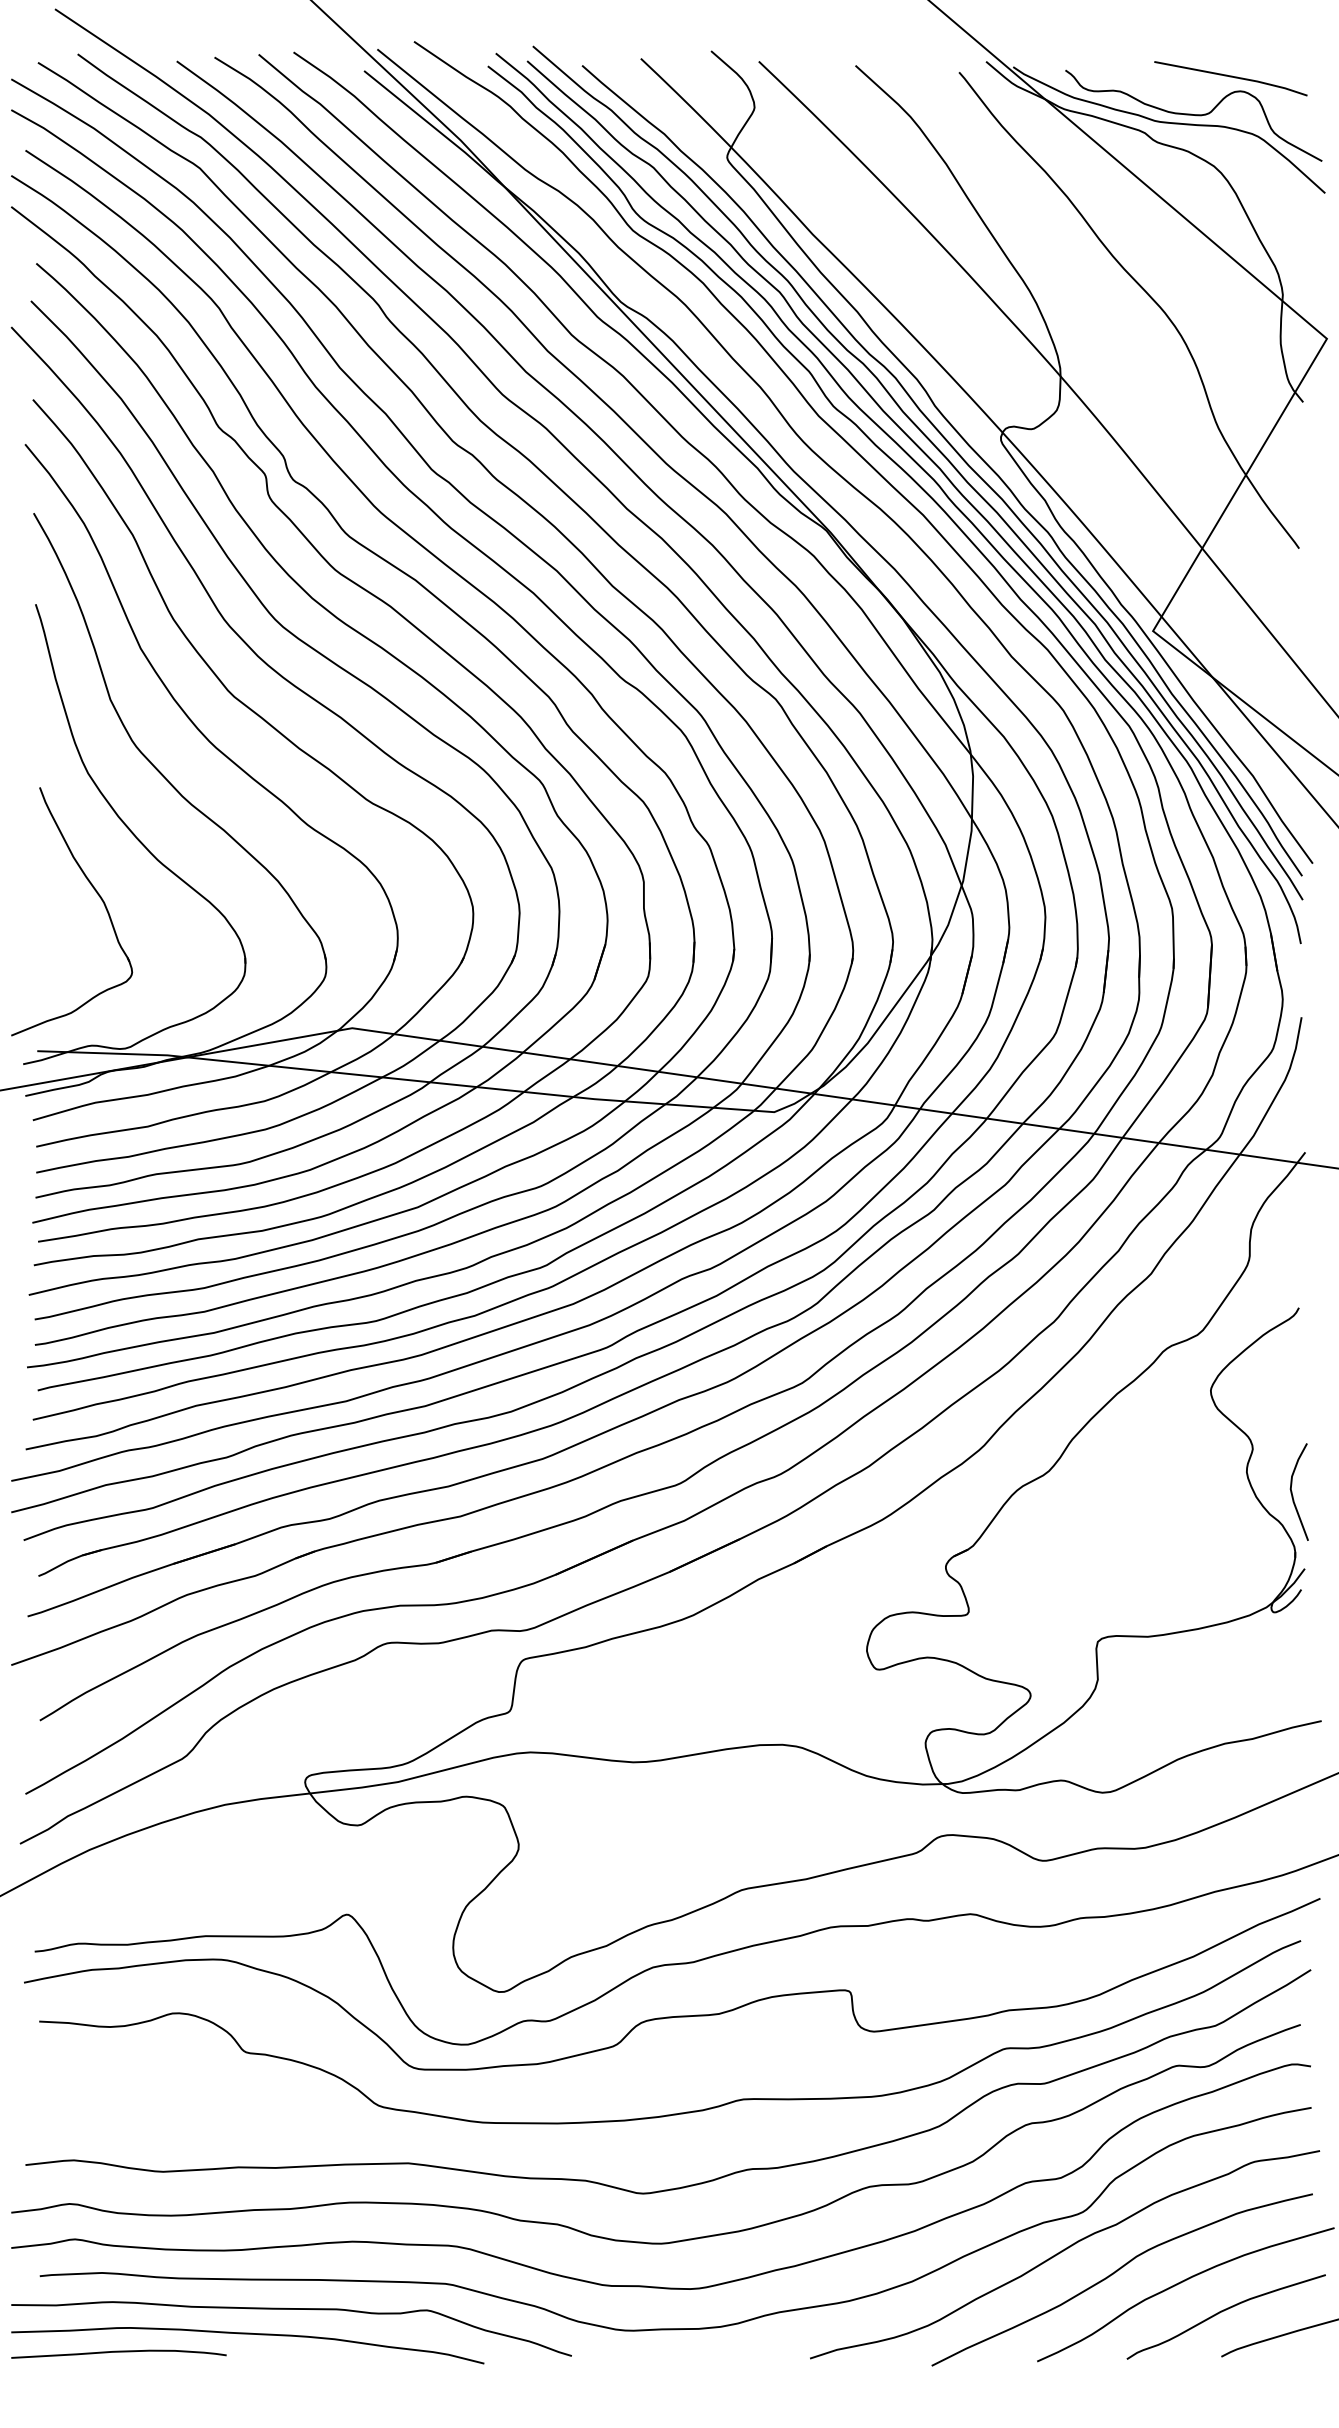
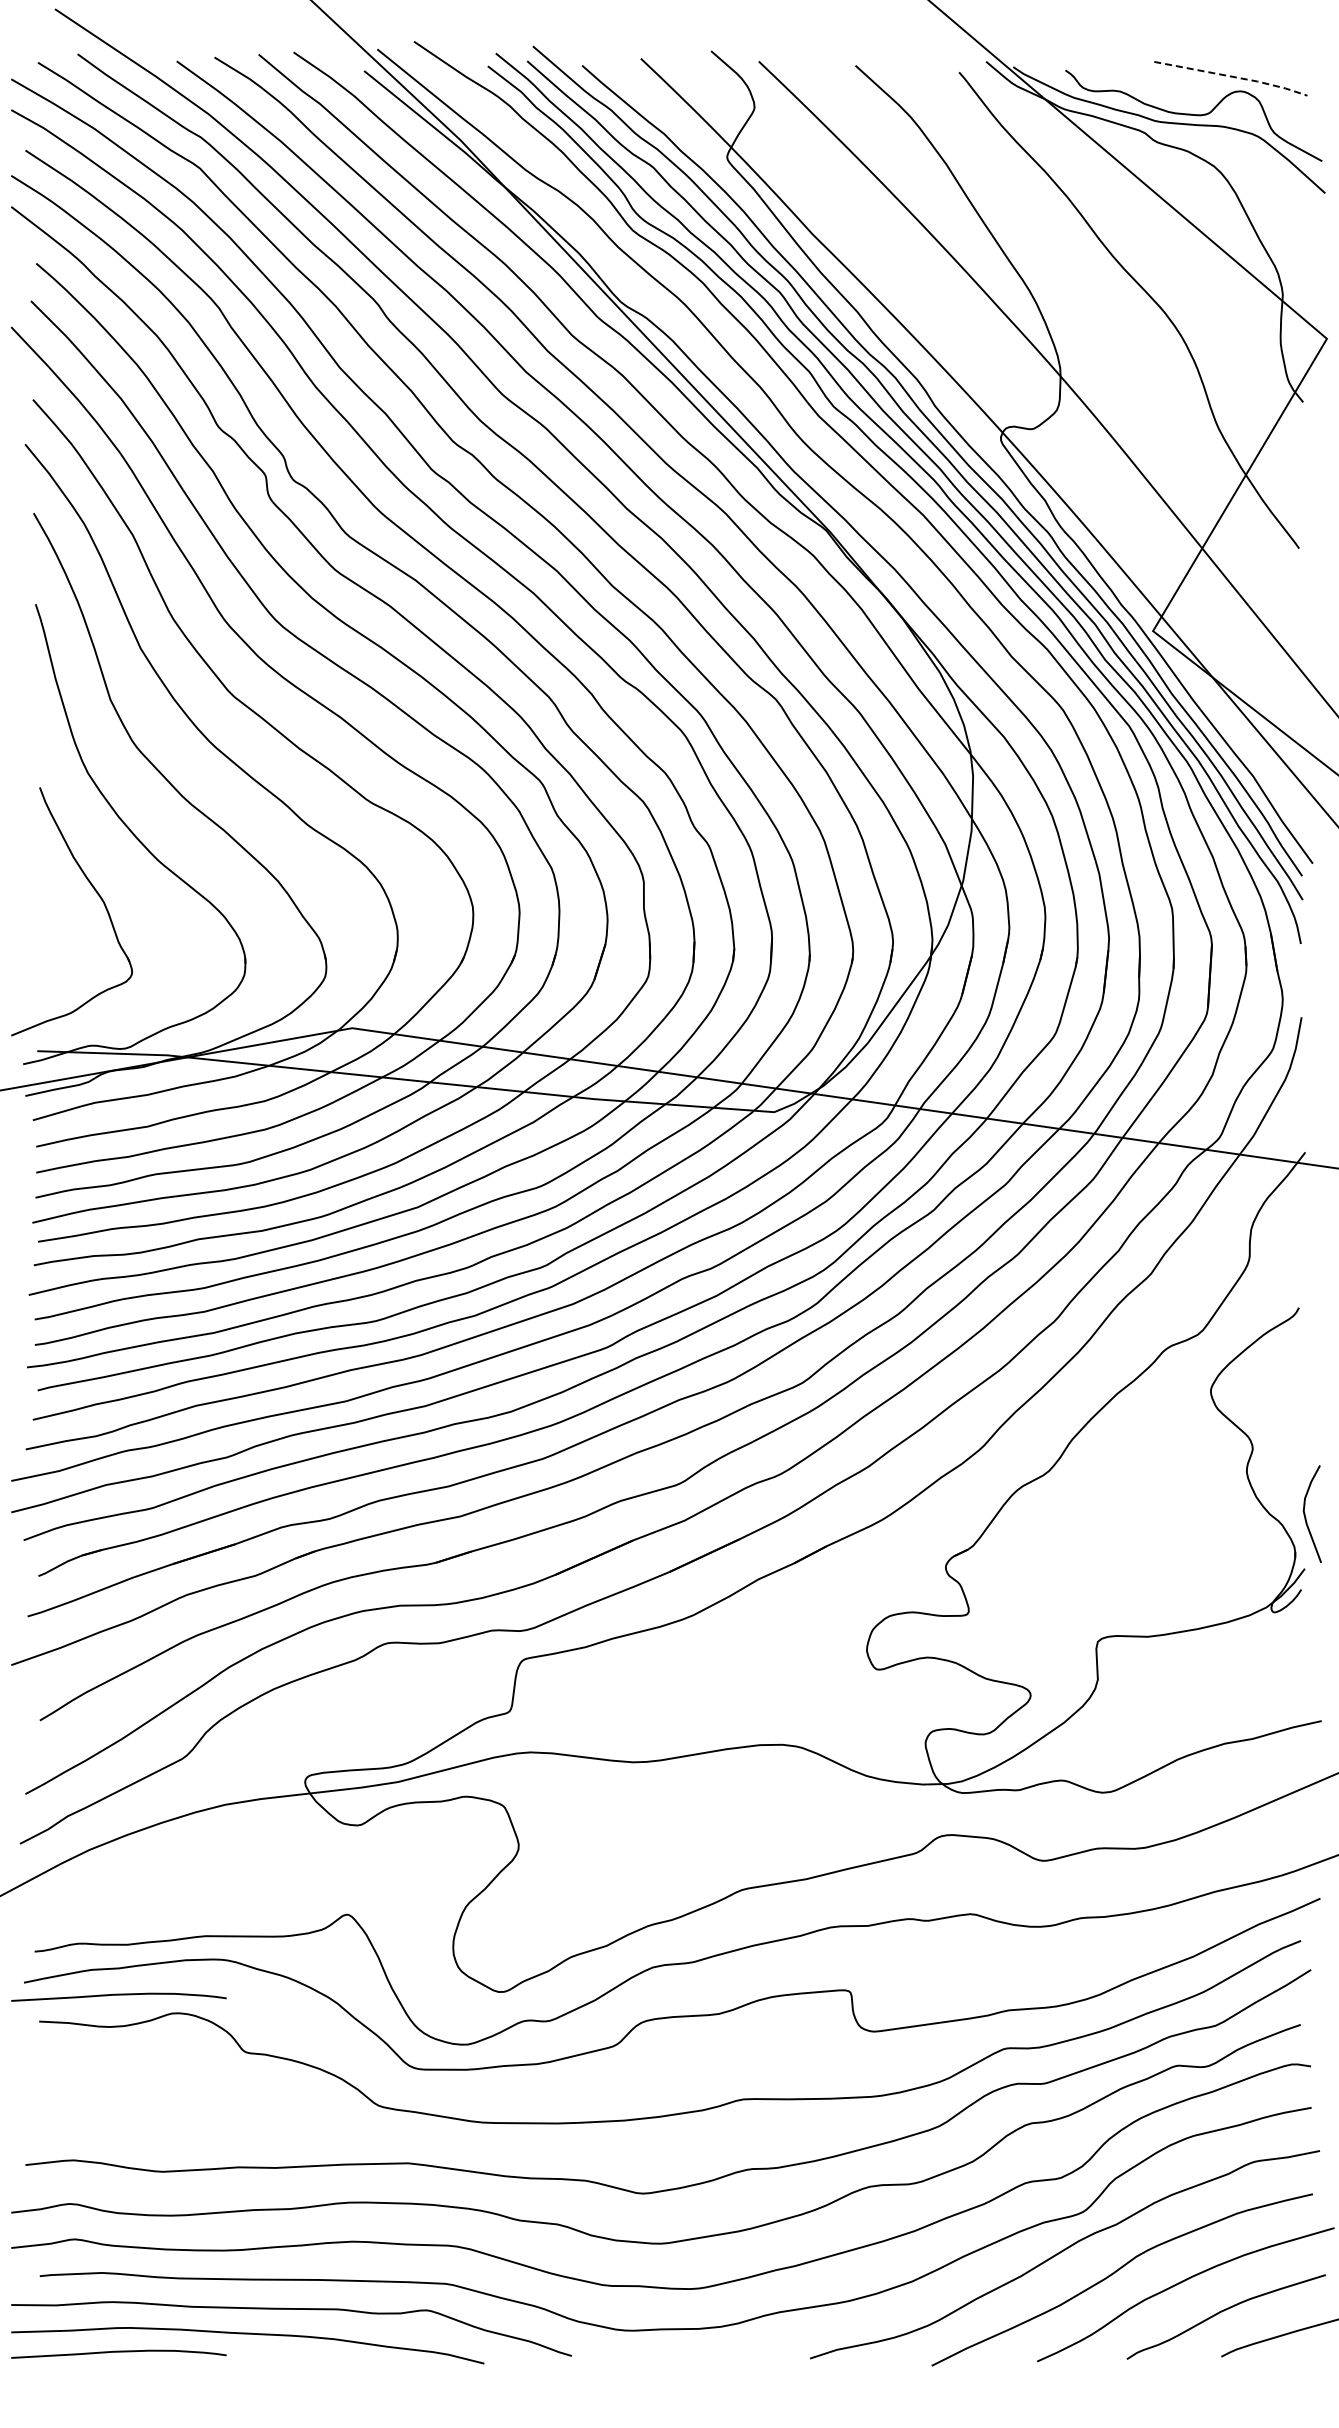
line at (1232, 76): solid -> dashed
curve at (1292, 1491) position: (1292, 1491) -> (1305, 1513)
curve at (118, 1995): none -> present
